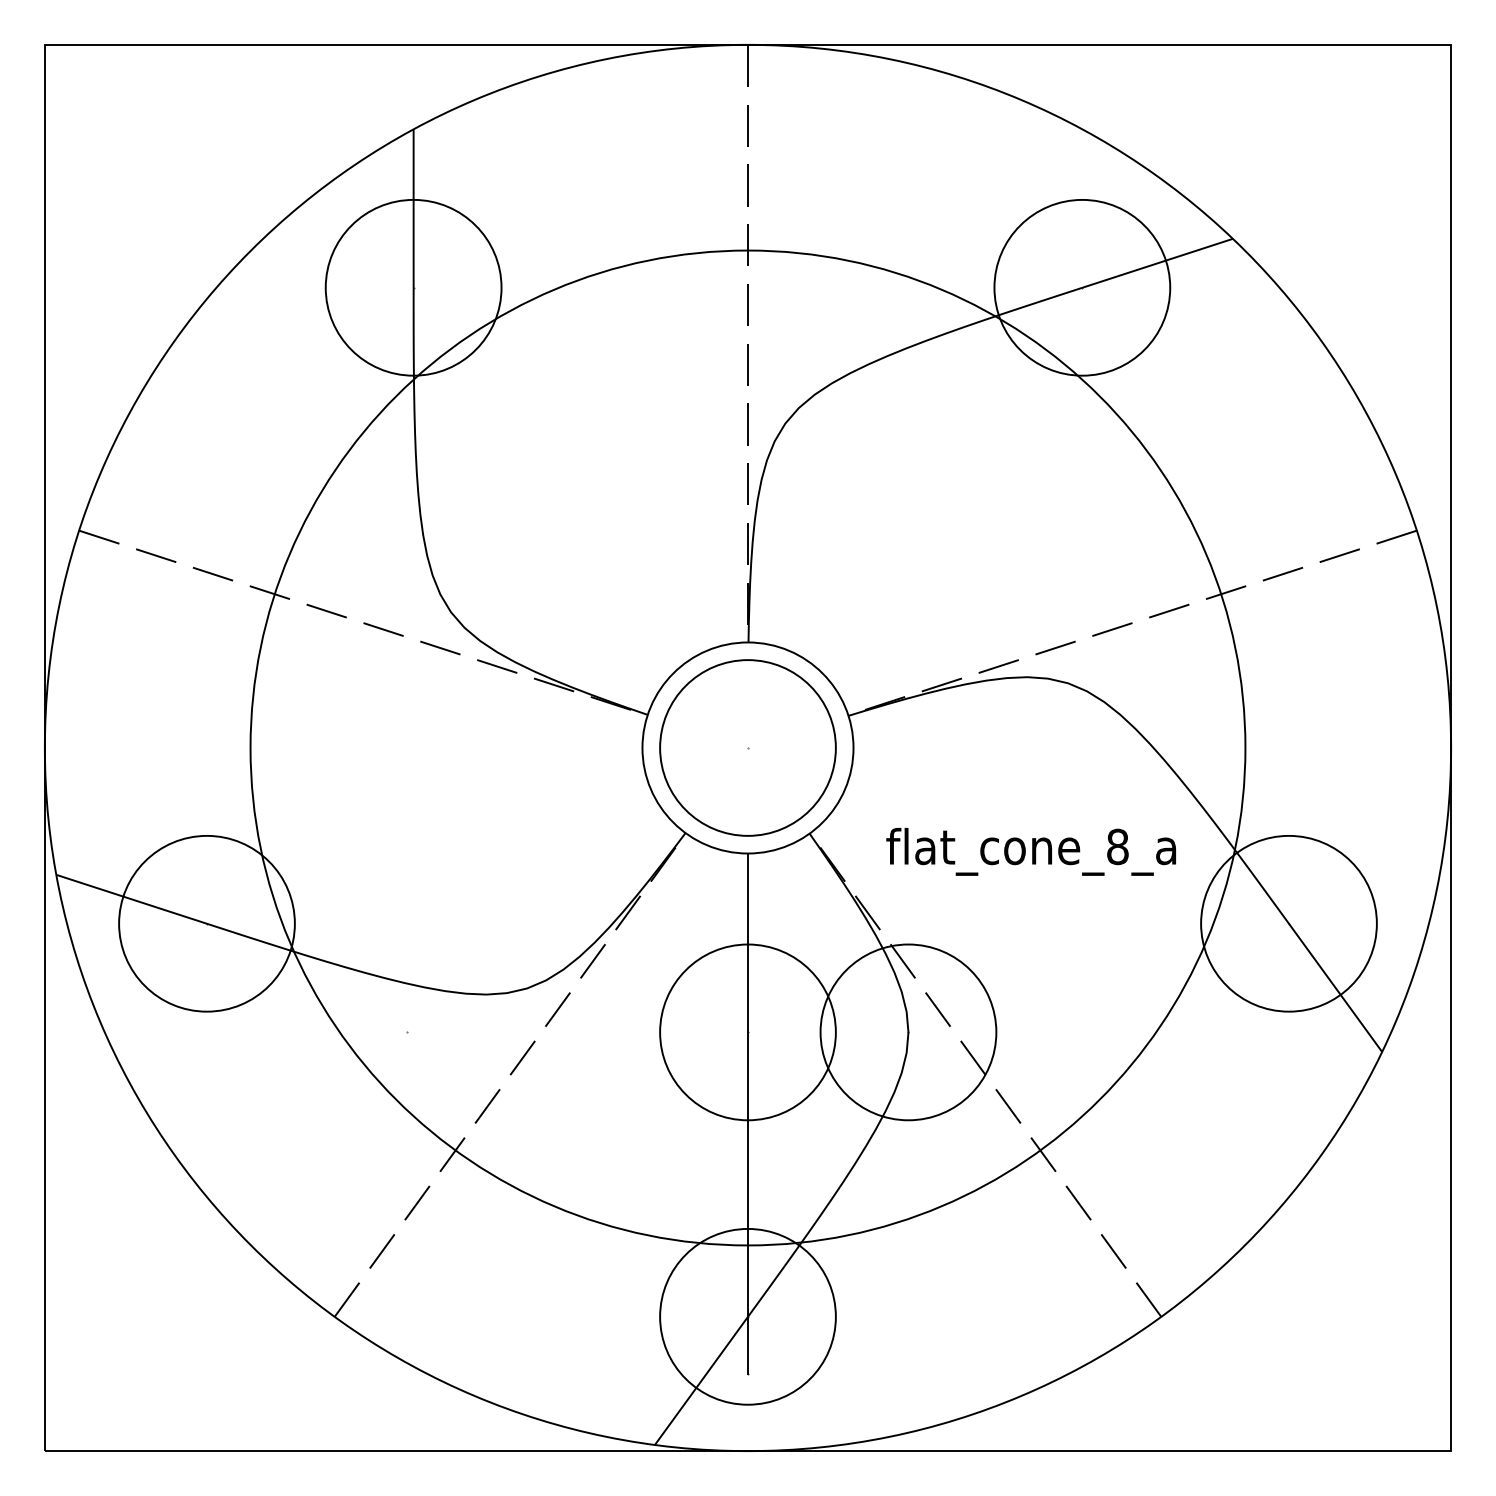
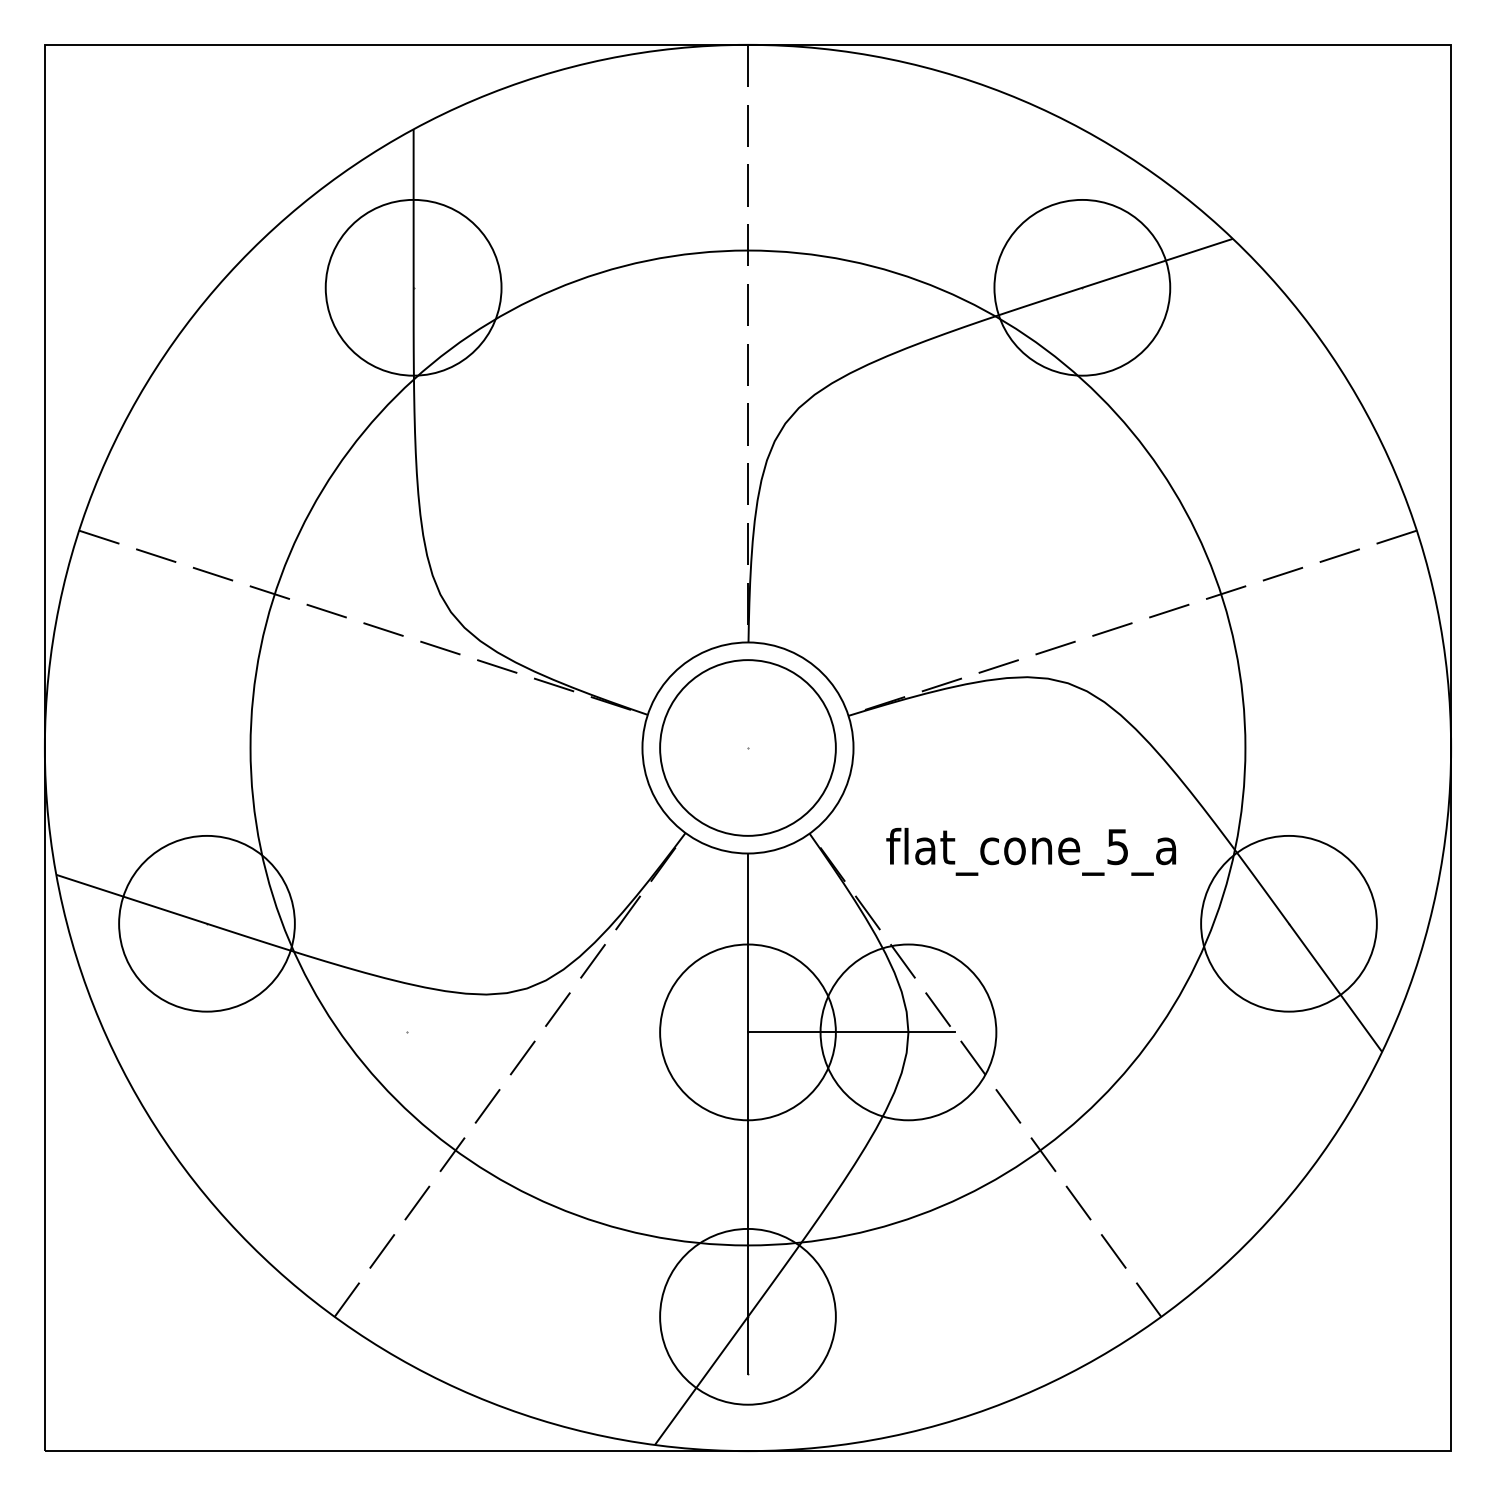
text at (1117, 846): flat_cone_8_a -> flat_cone_5_a
line at (851, 1032): none -> present
